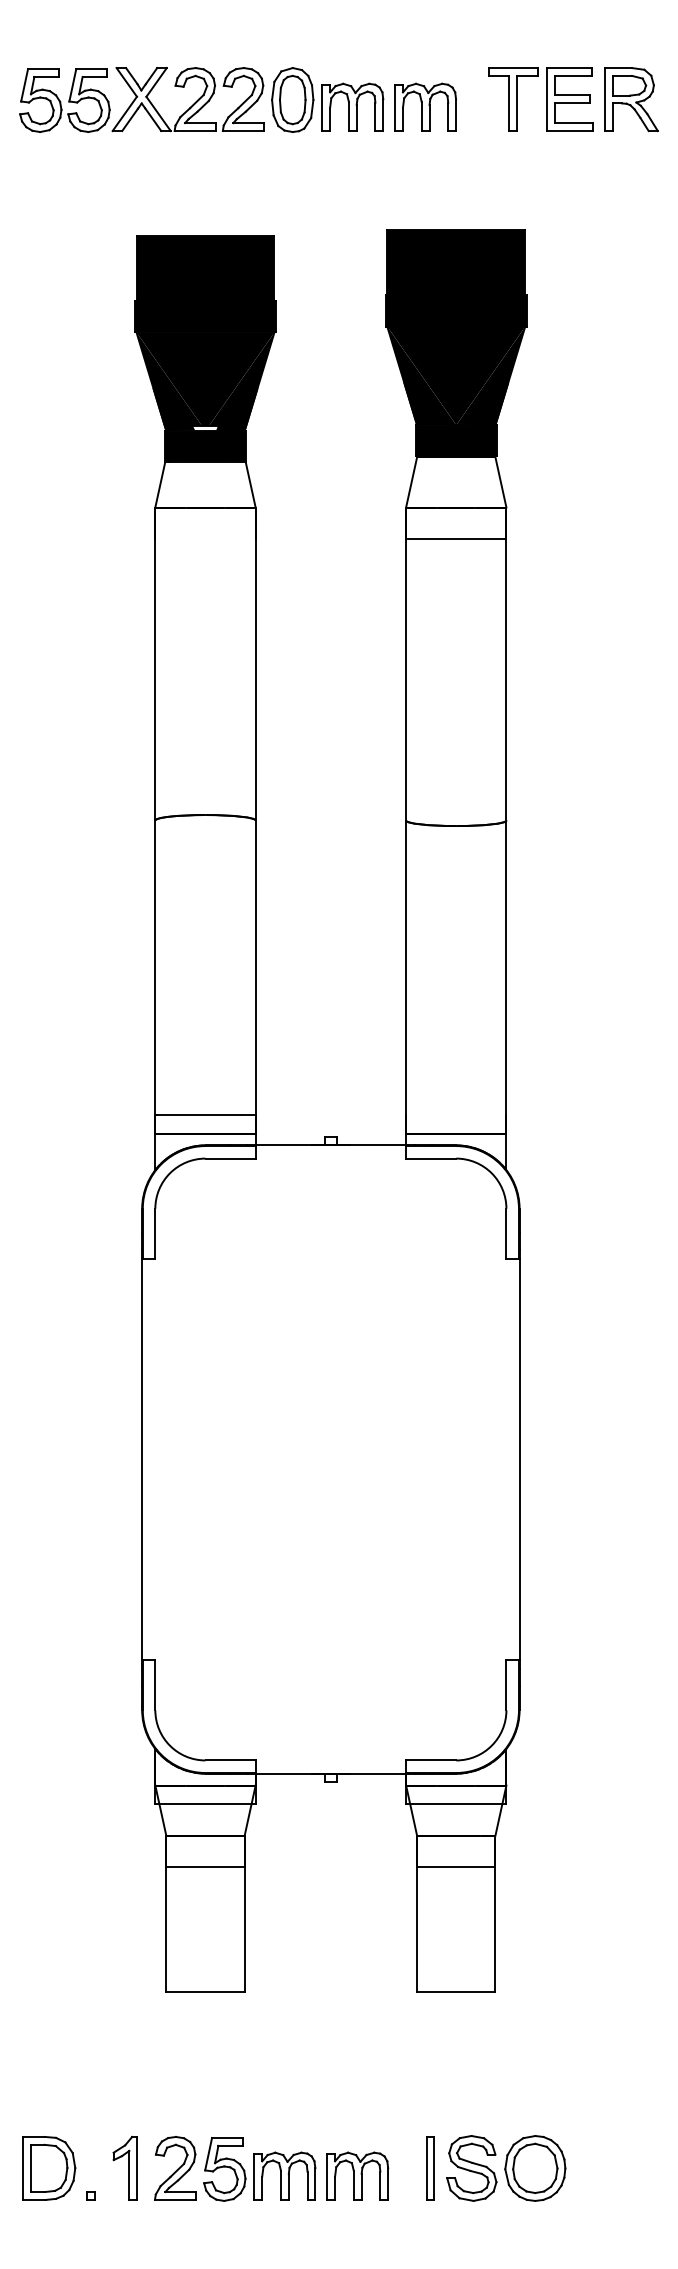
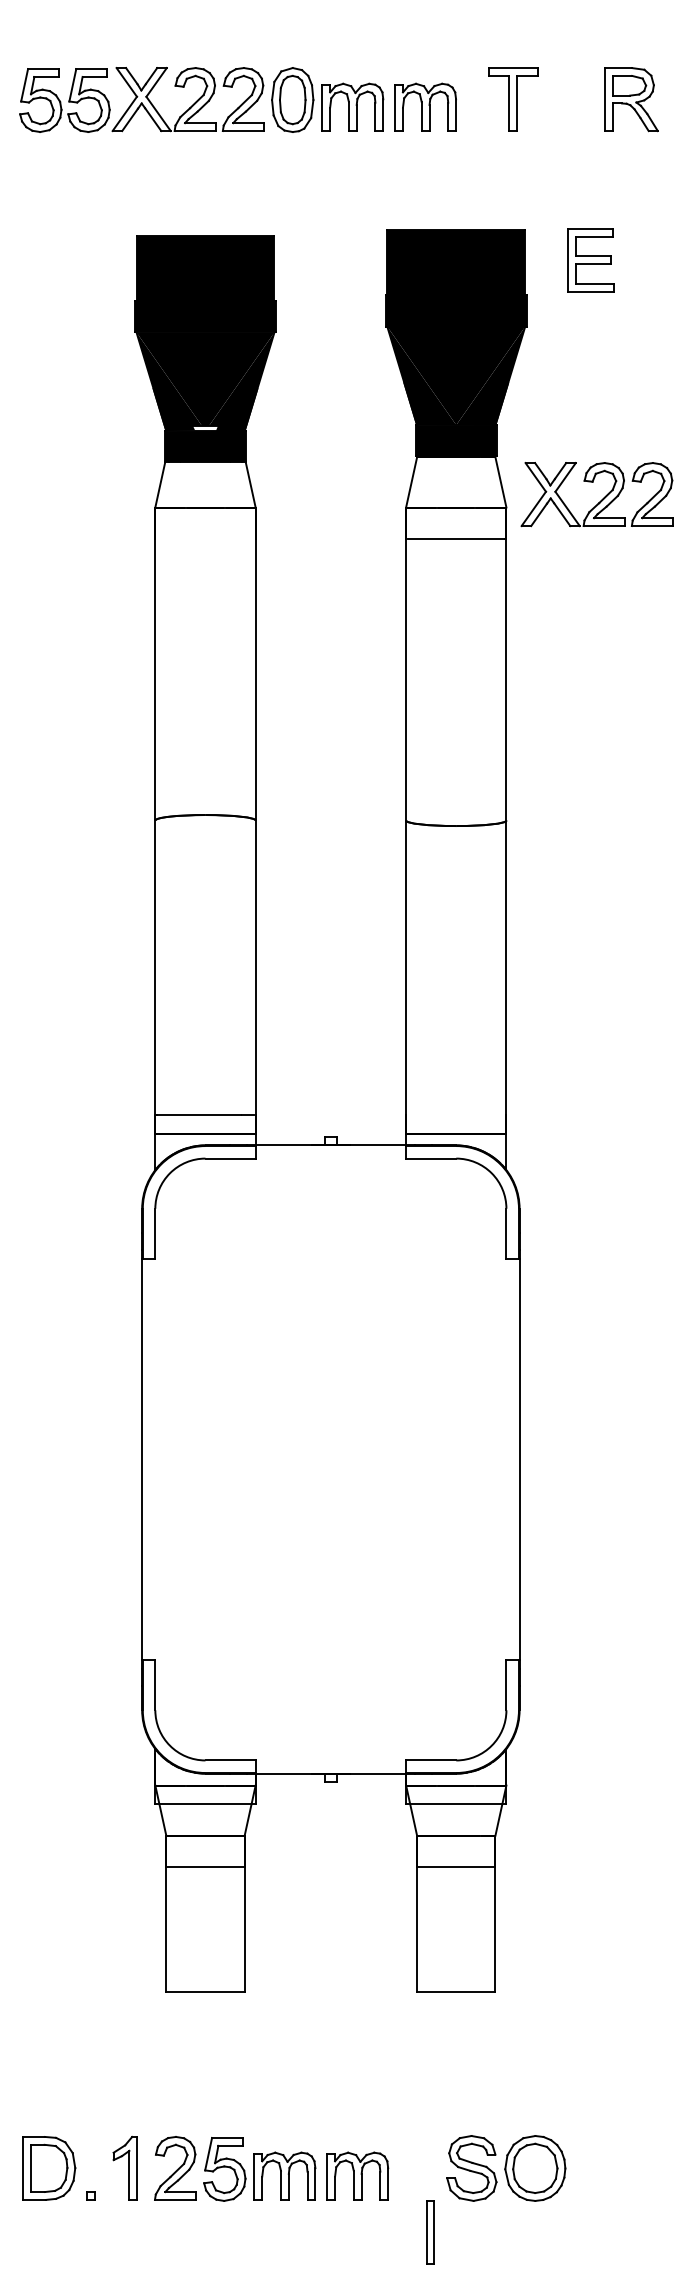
part at (569, 99) position: (569, 99) -> (590, 260)
part at (601, 499): none -> present
part at (430, 2168) position: (430, 2168) -> (430, 2232)
